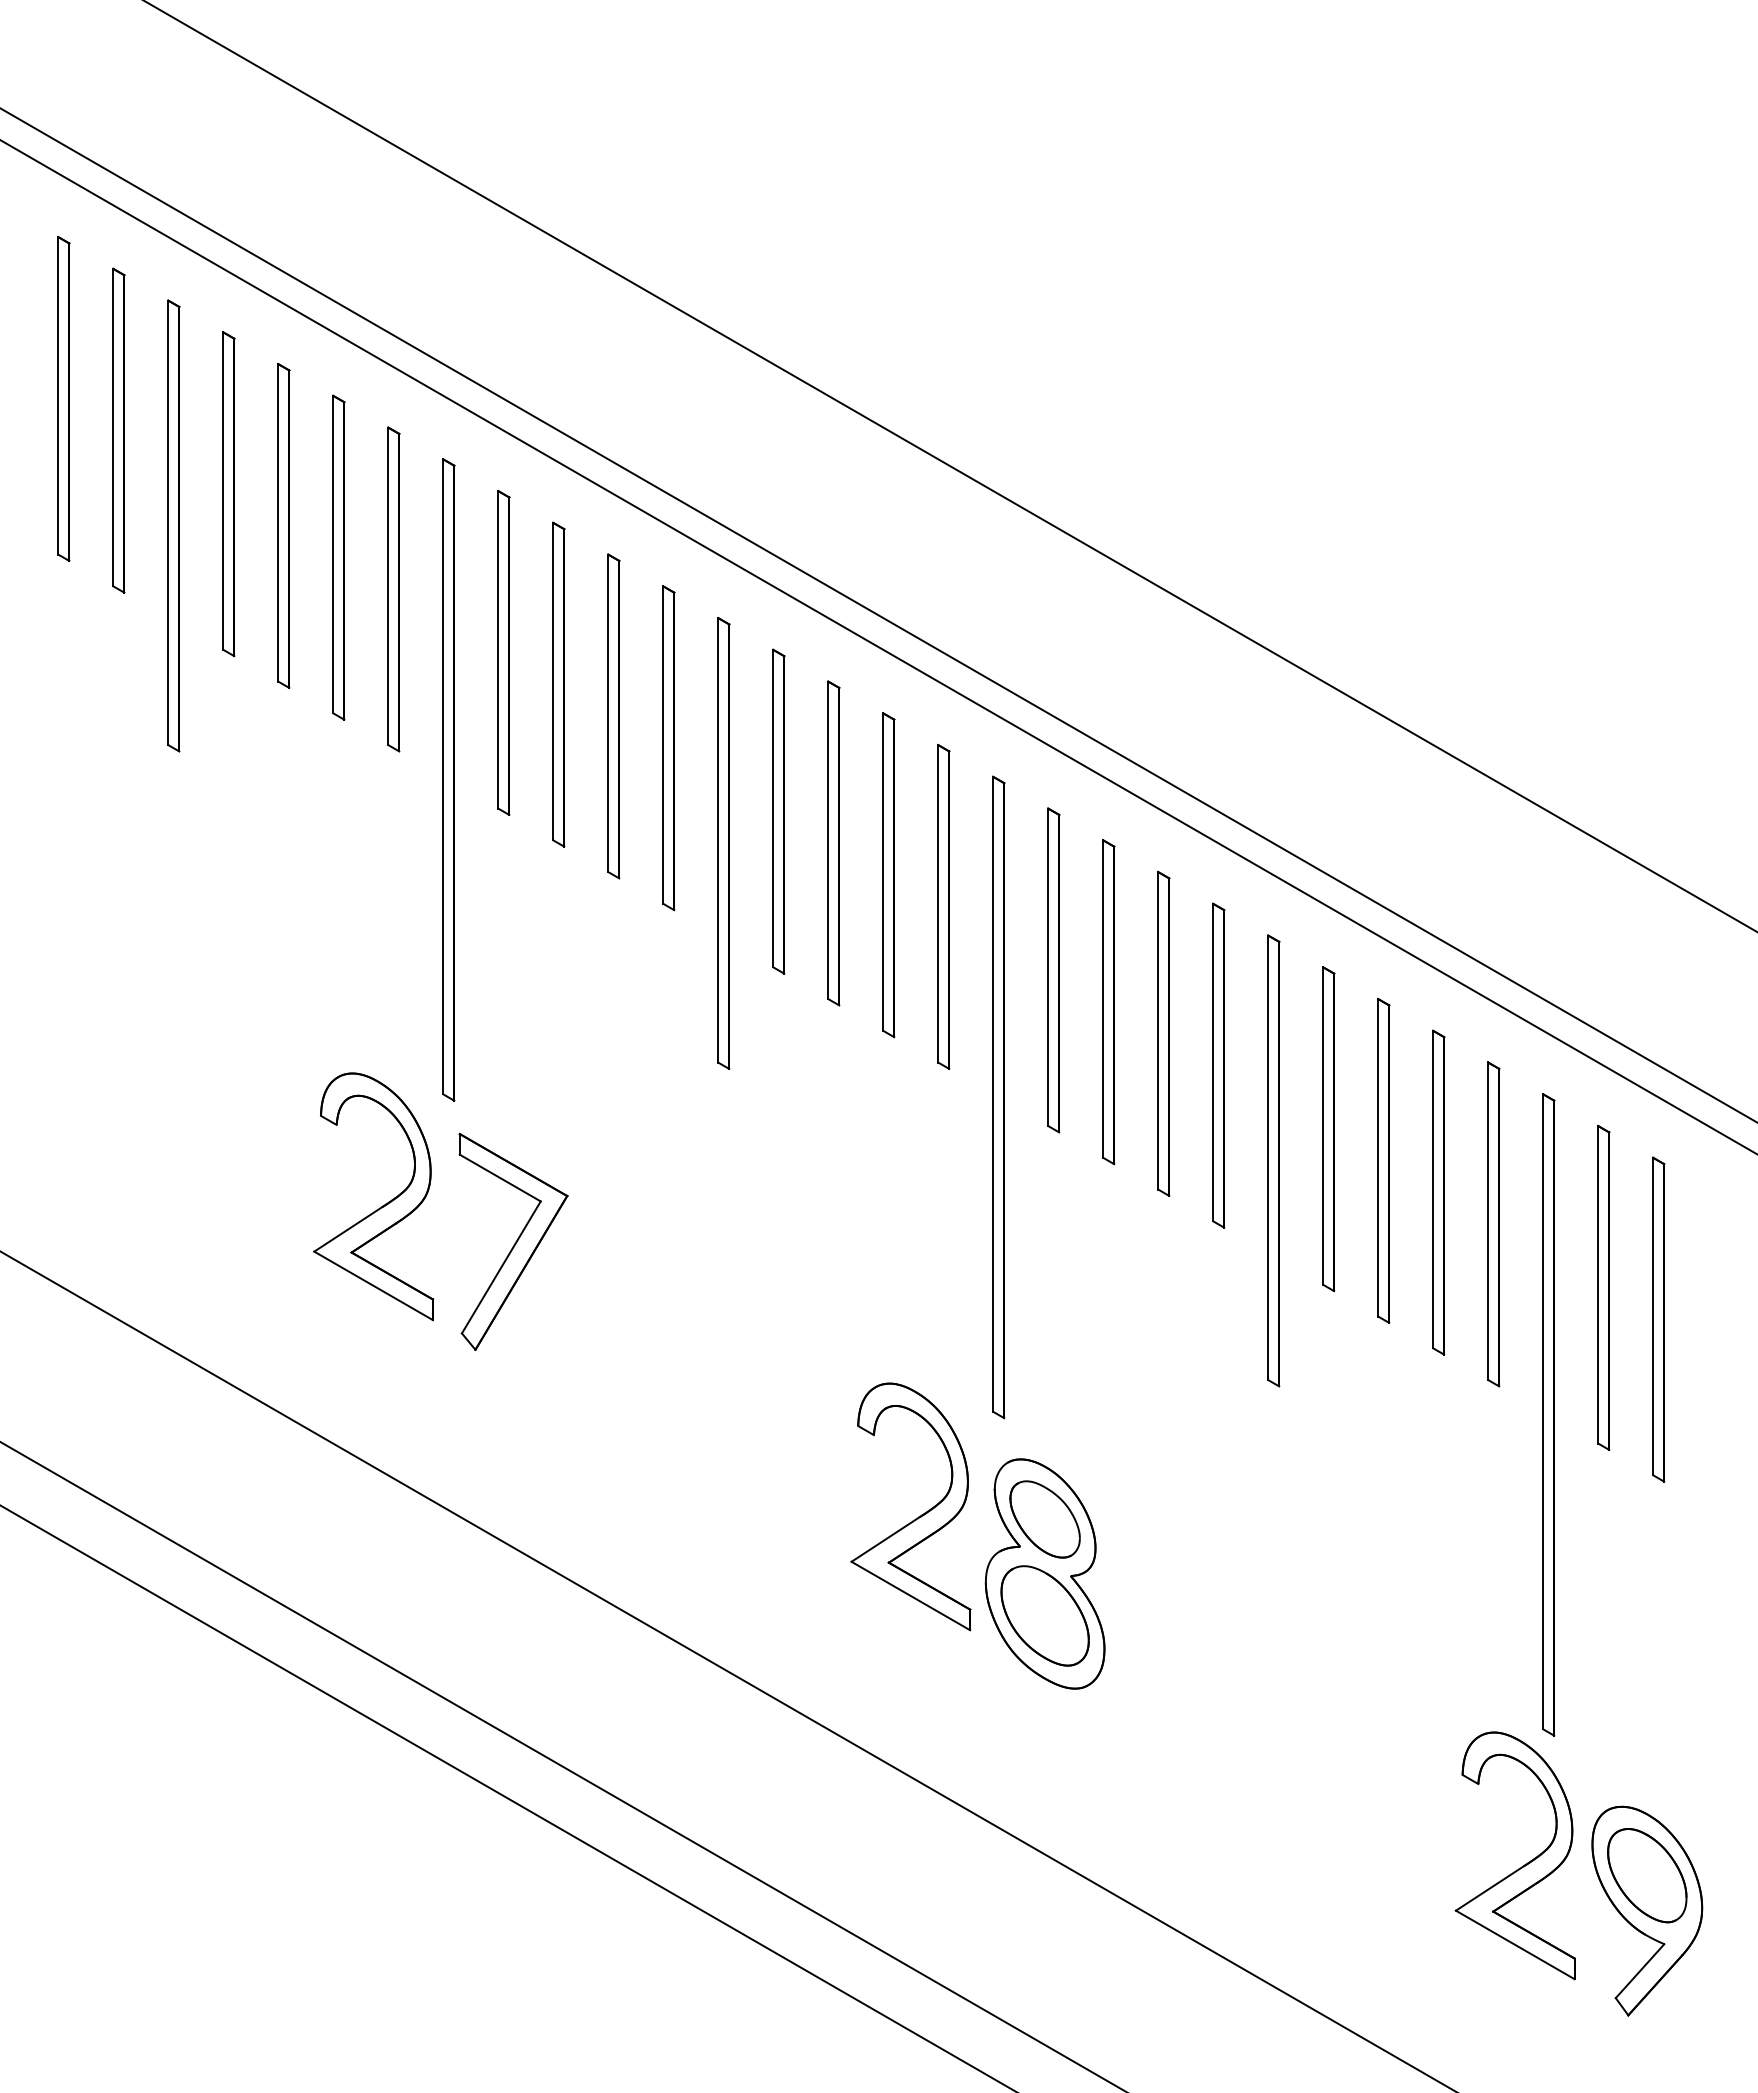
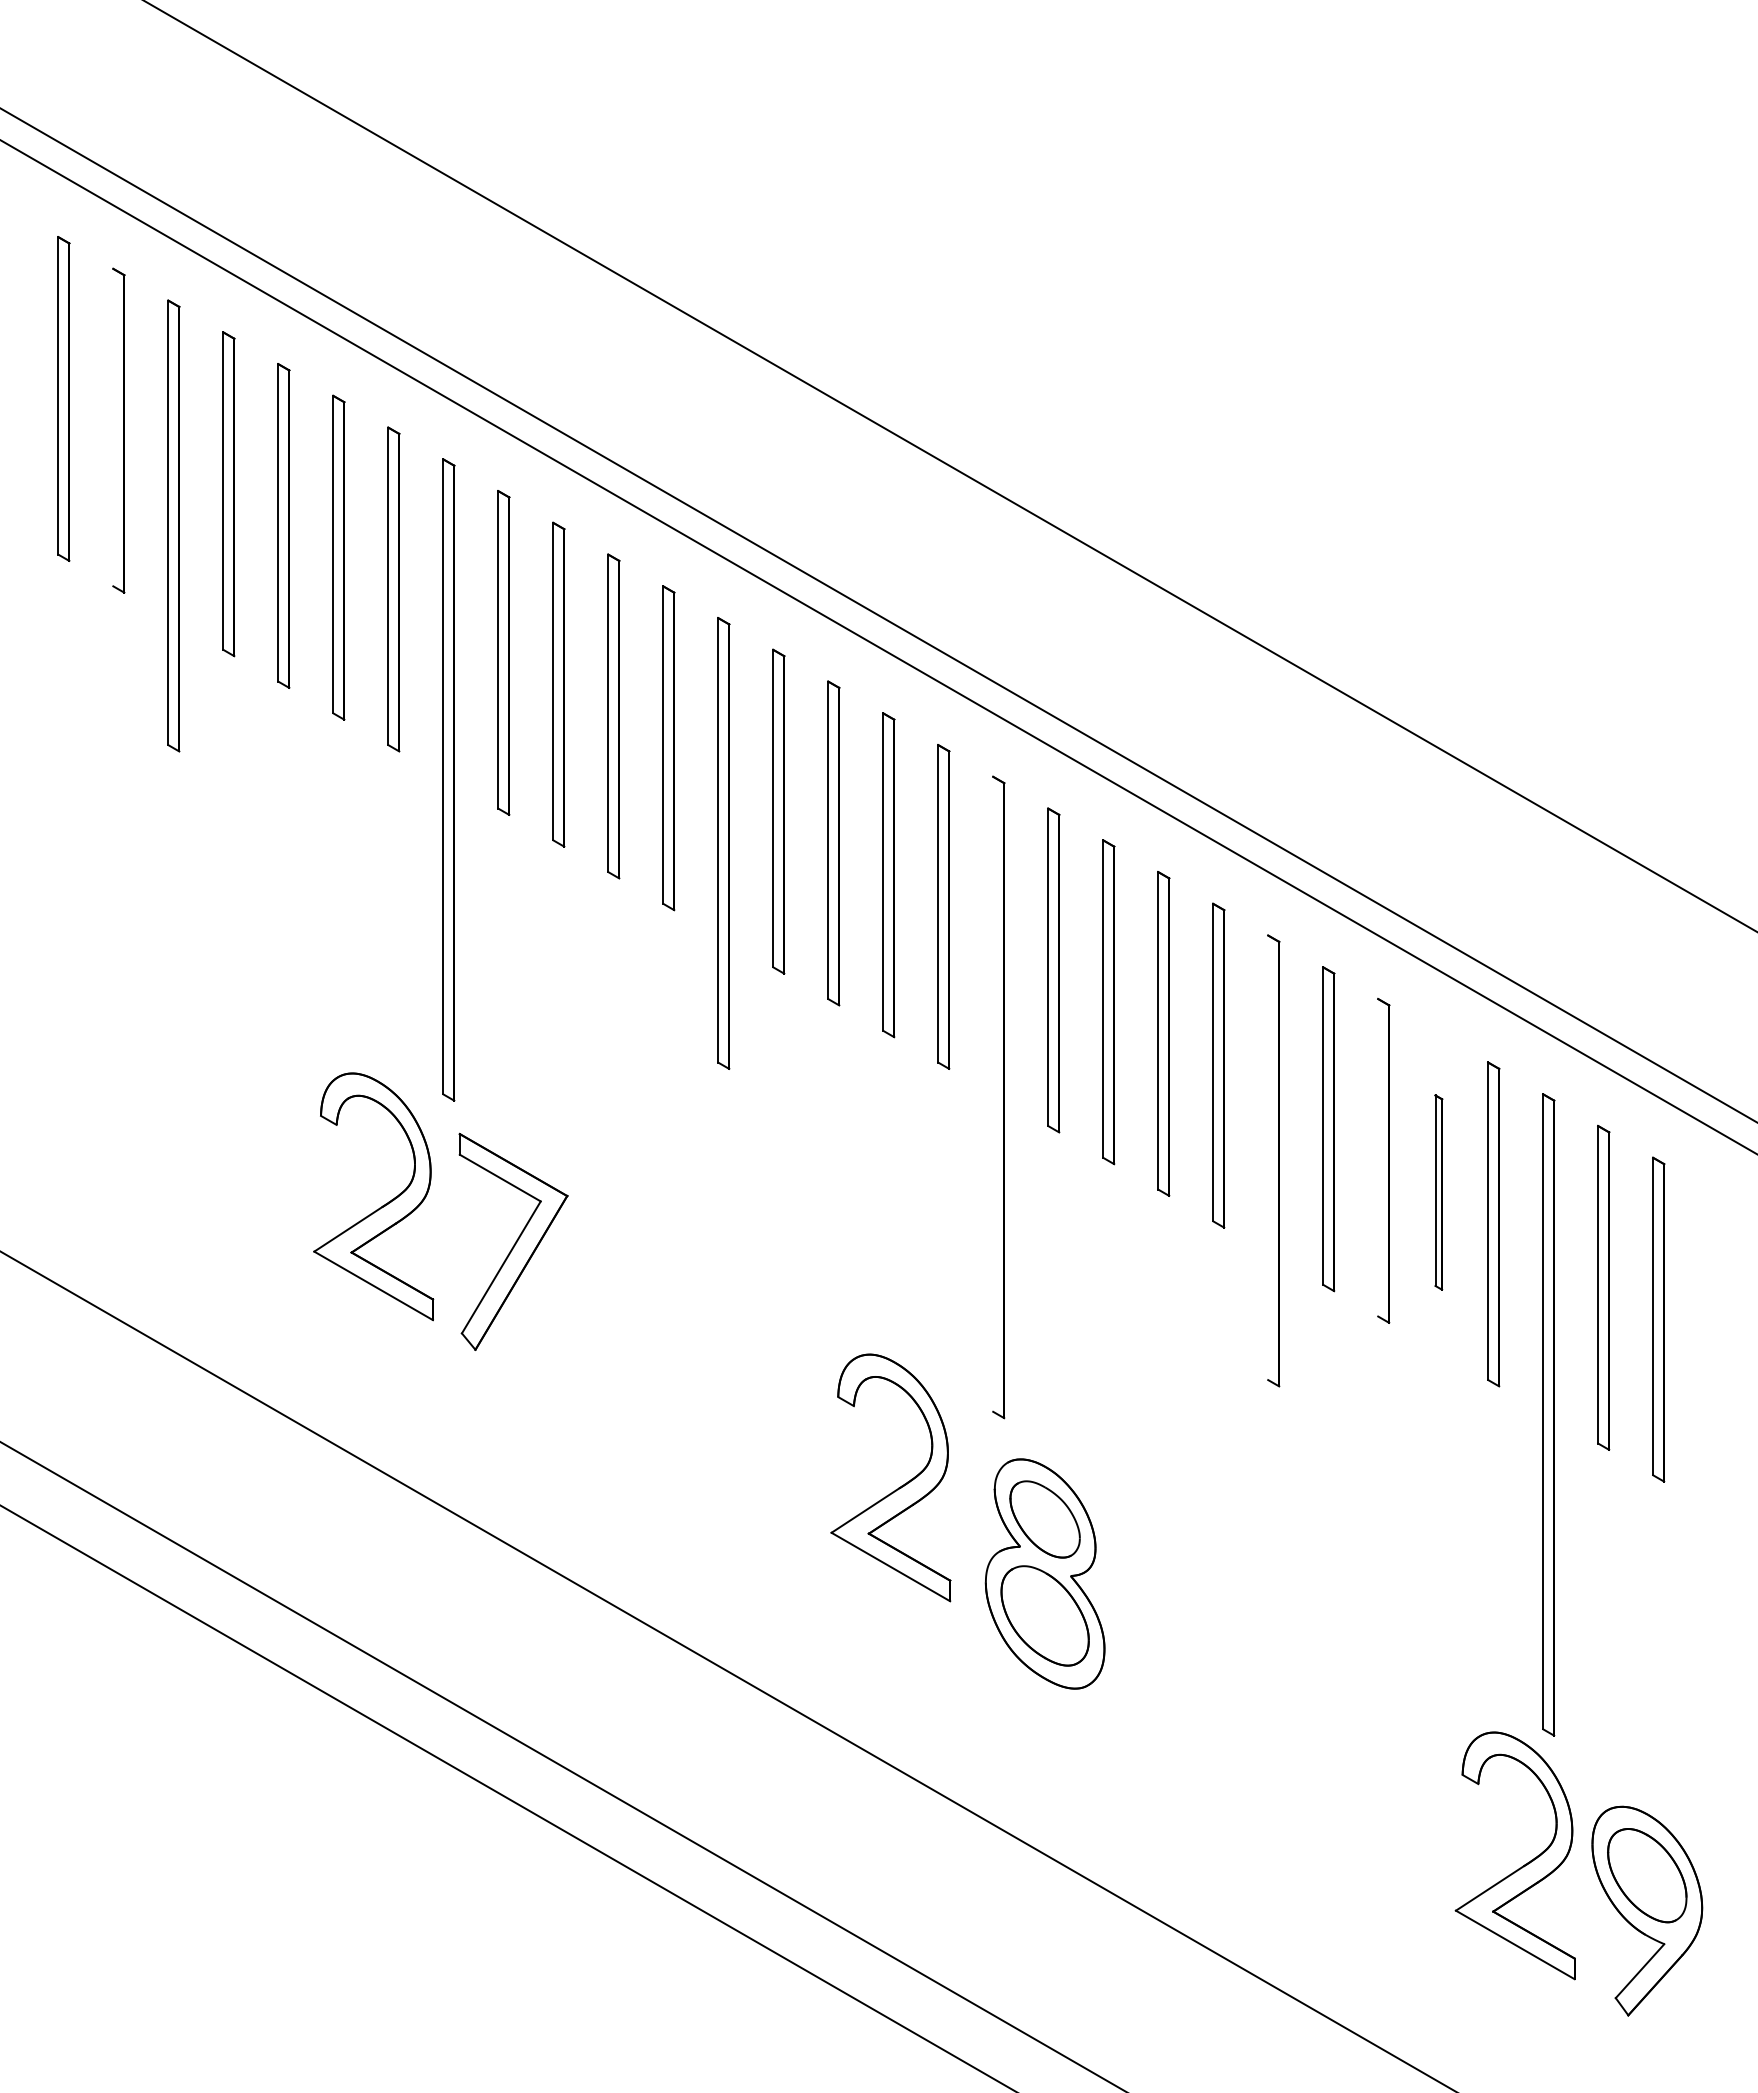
line at (113, 427): present -> none
line at (993, 1093): present -> none
line at (1268, 1157): present -> none
line at (1378, 1157): present -> none
part at (1438, 1192) size: 14x327 px -> 10x197 px
part at (918, 1516) position: (918, 1516) -> (898, 1487)
